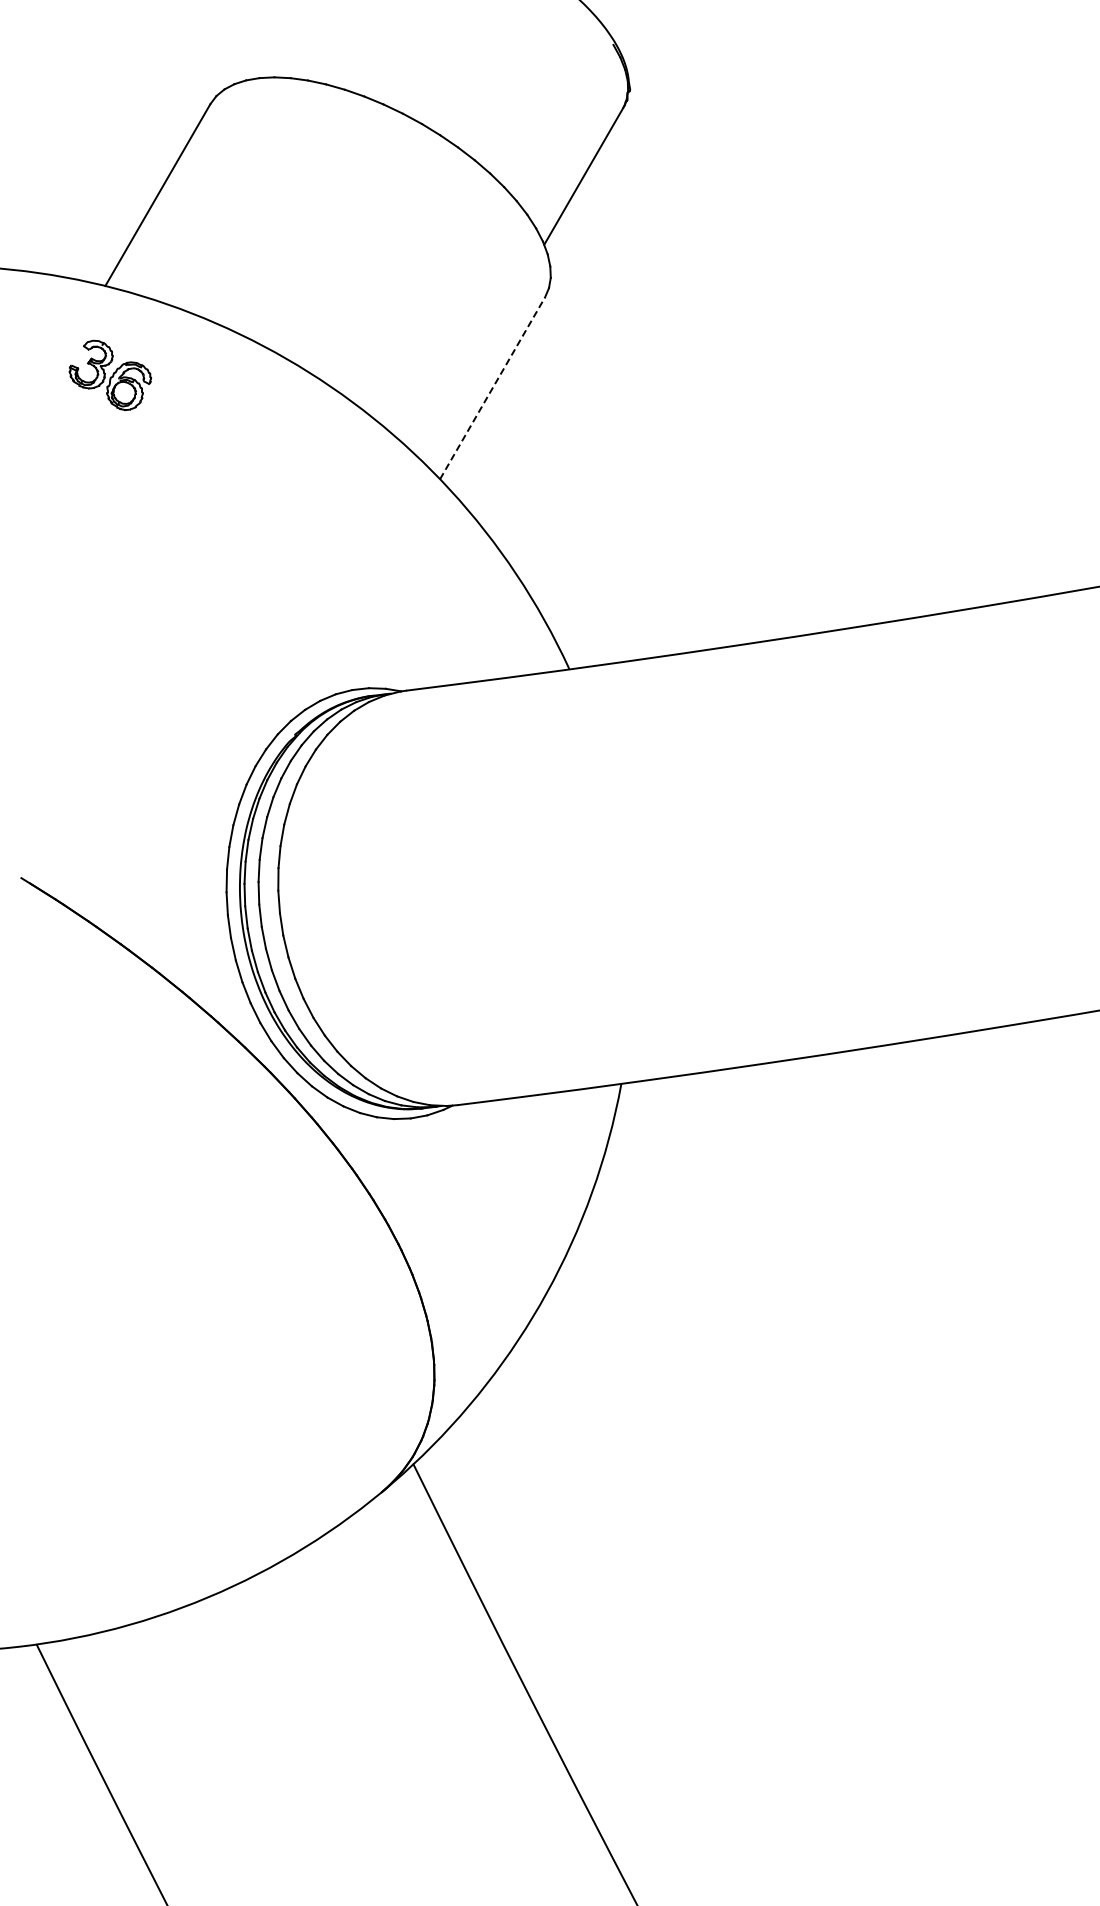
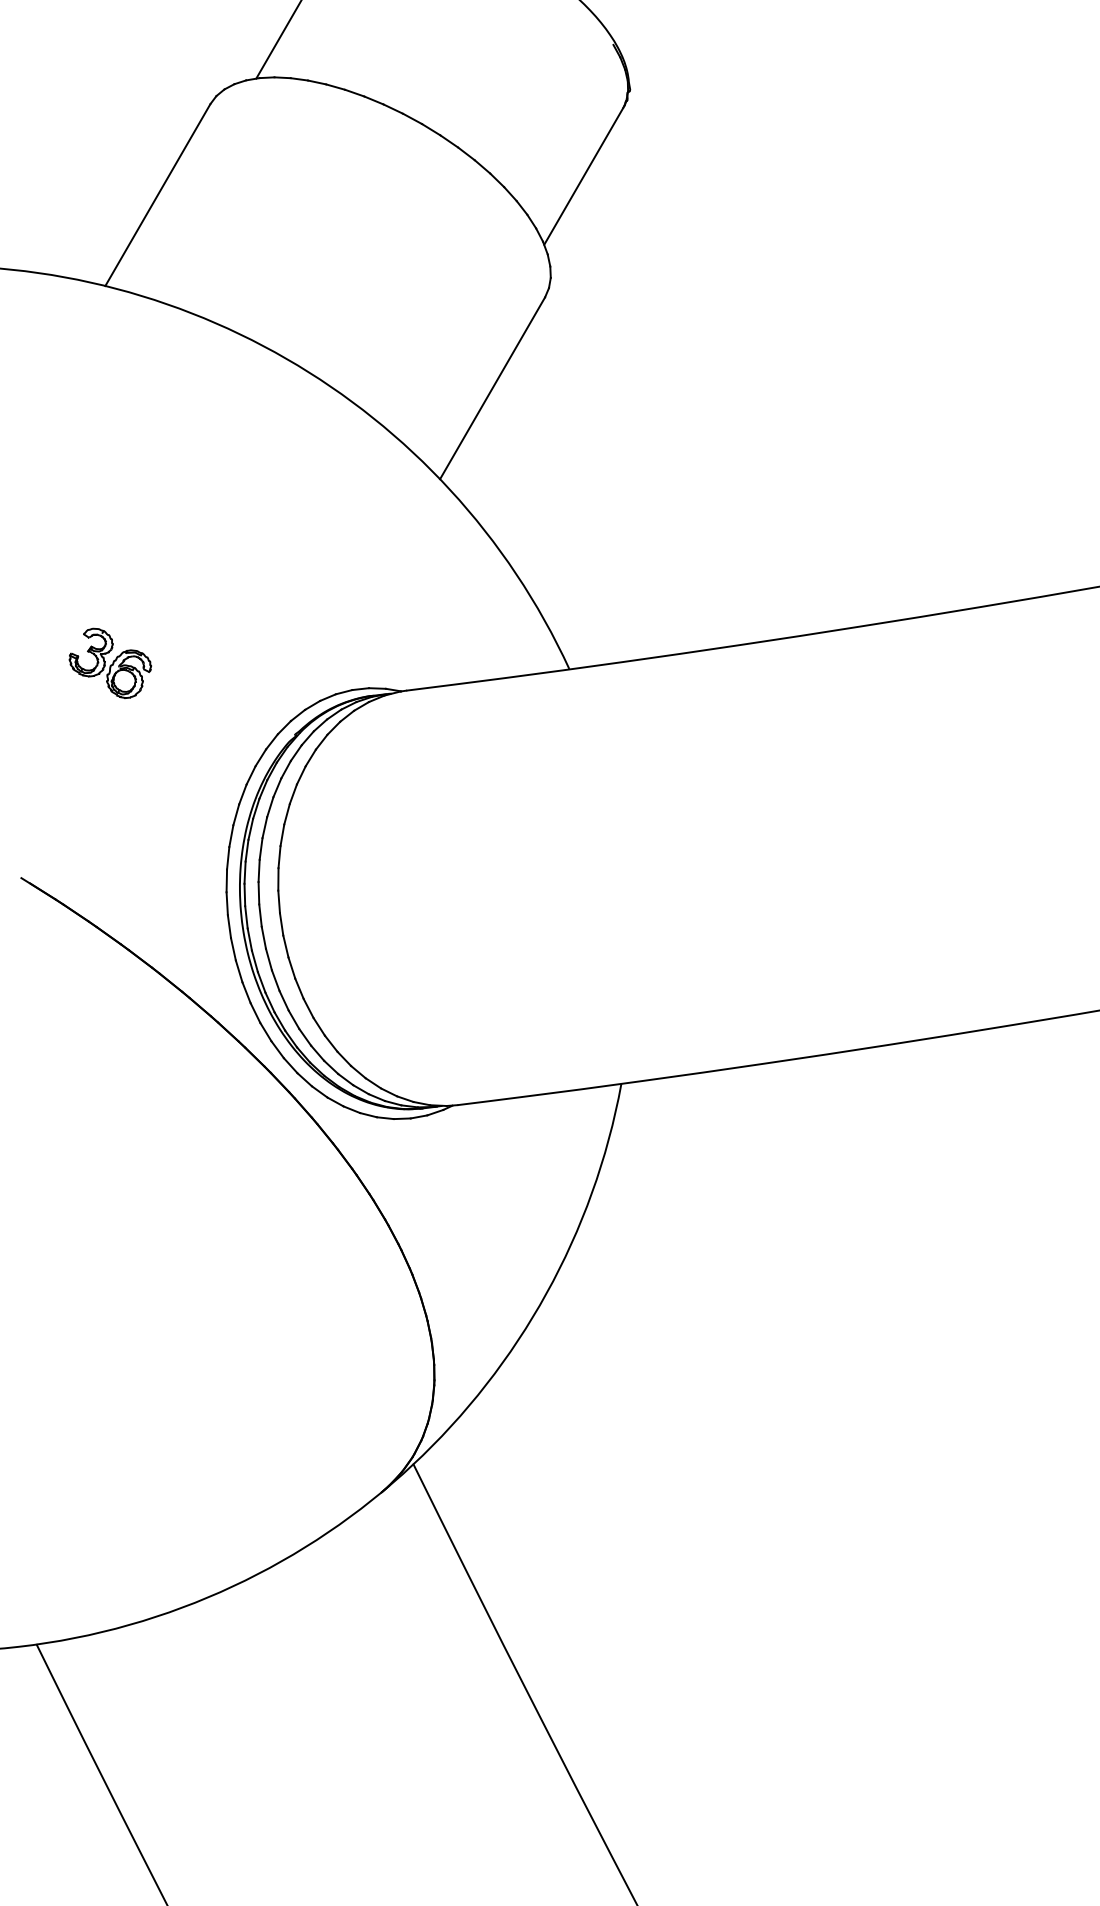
line at (278, 40): none -> present
part at (109, 374) position: (109, 374) -> (109, 662)
line at (492, 387): dashed -> solid
